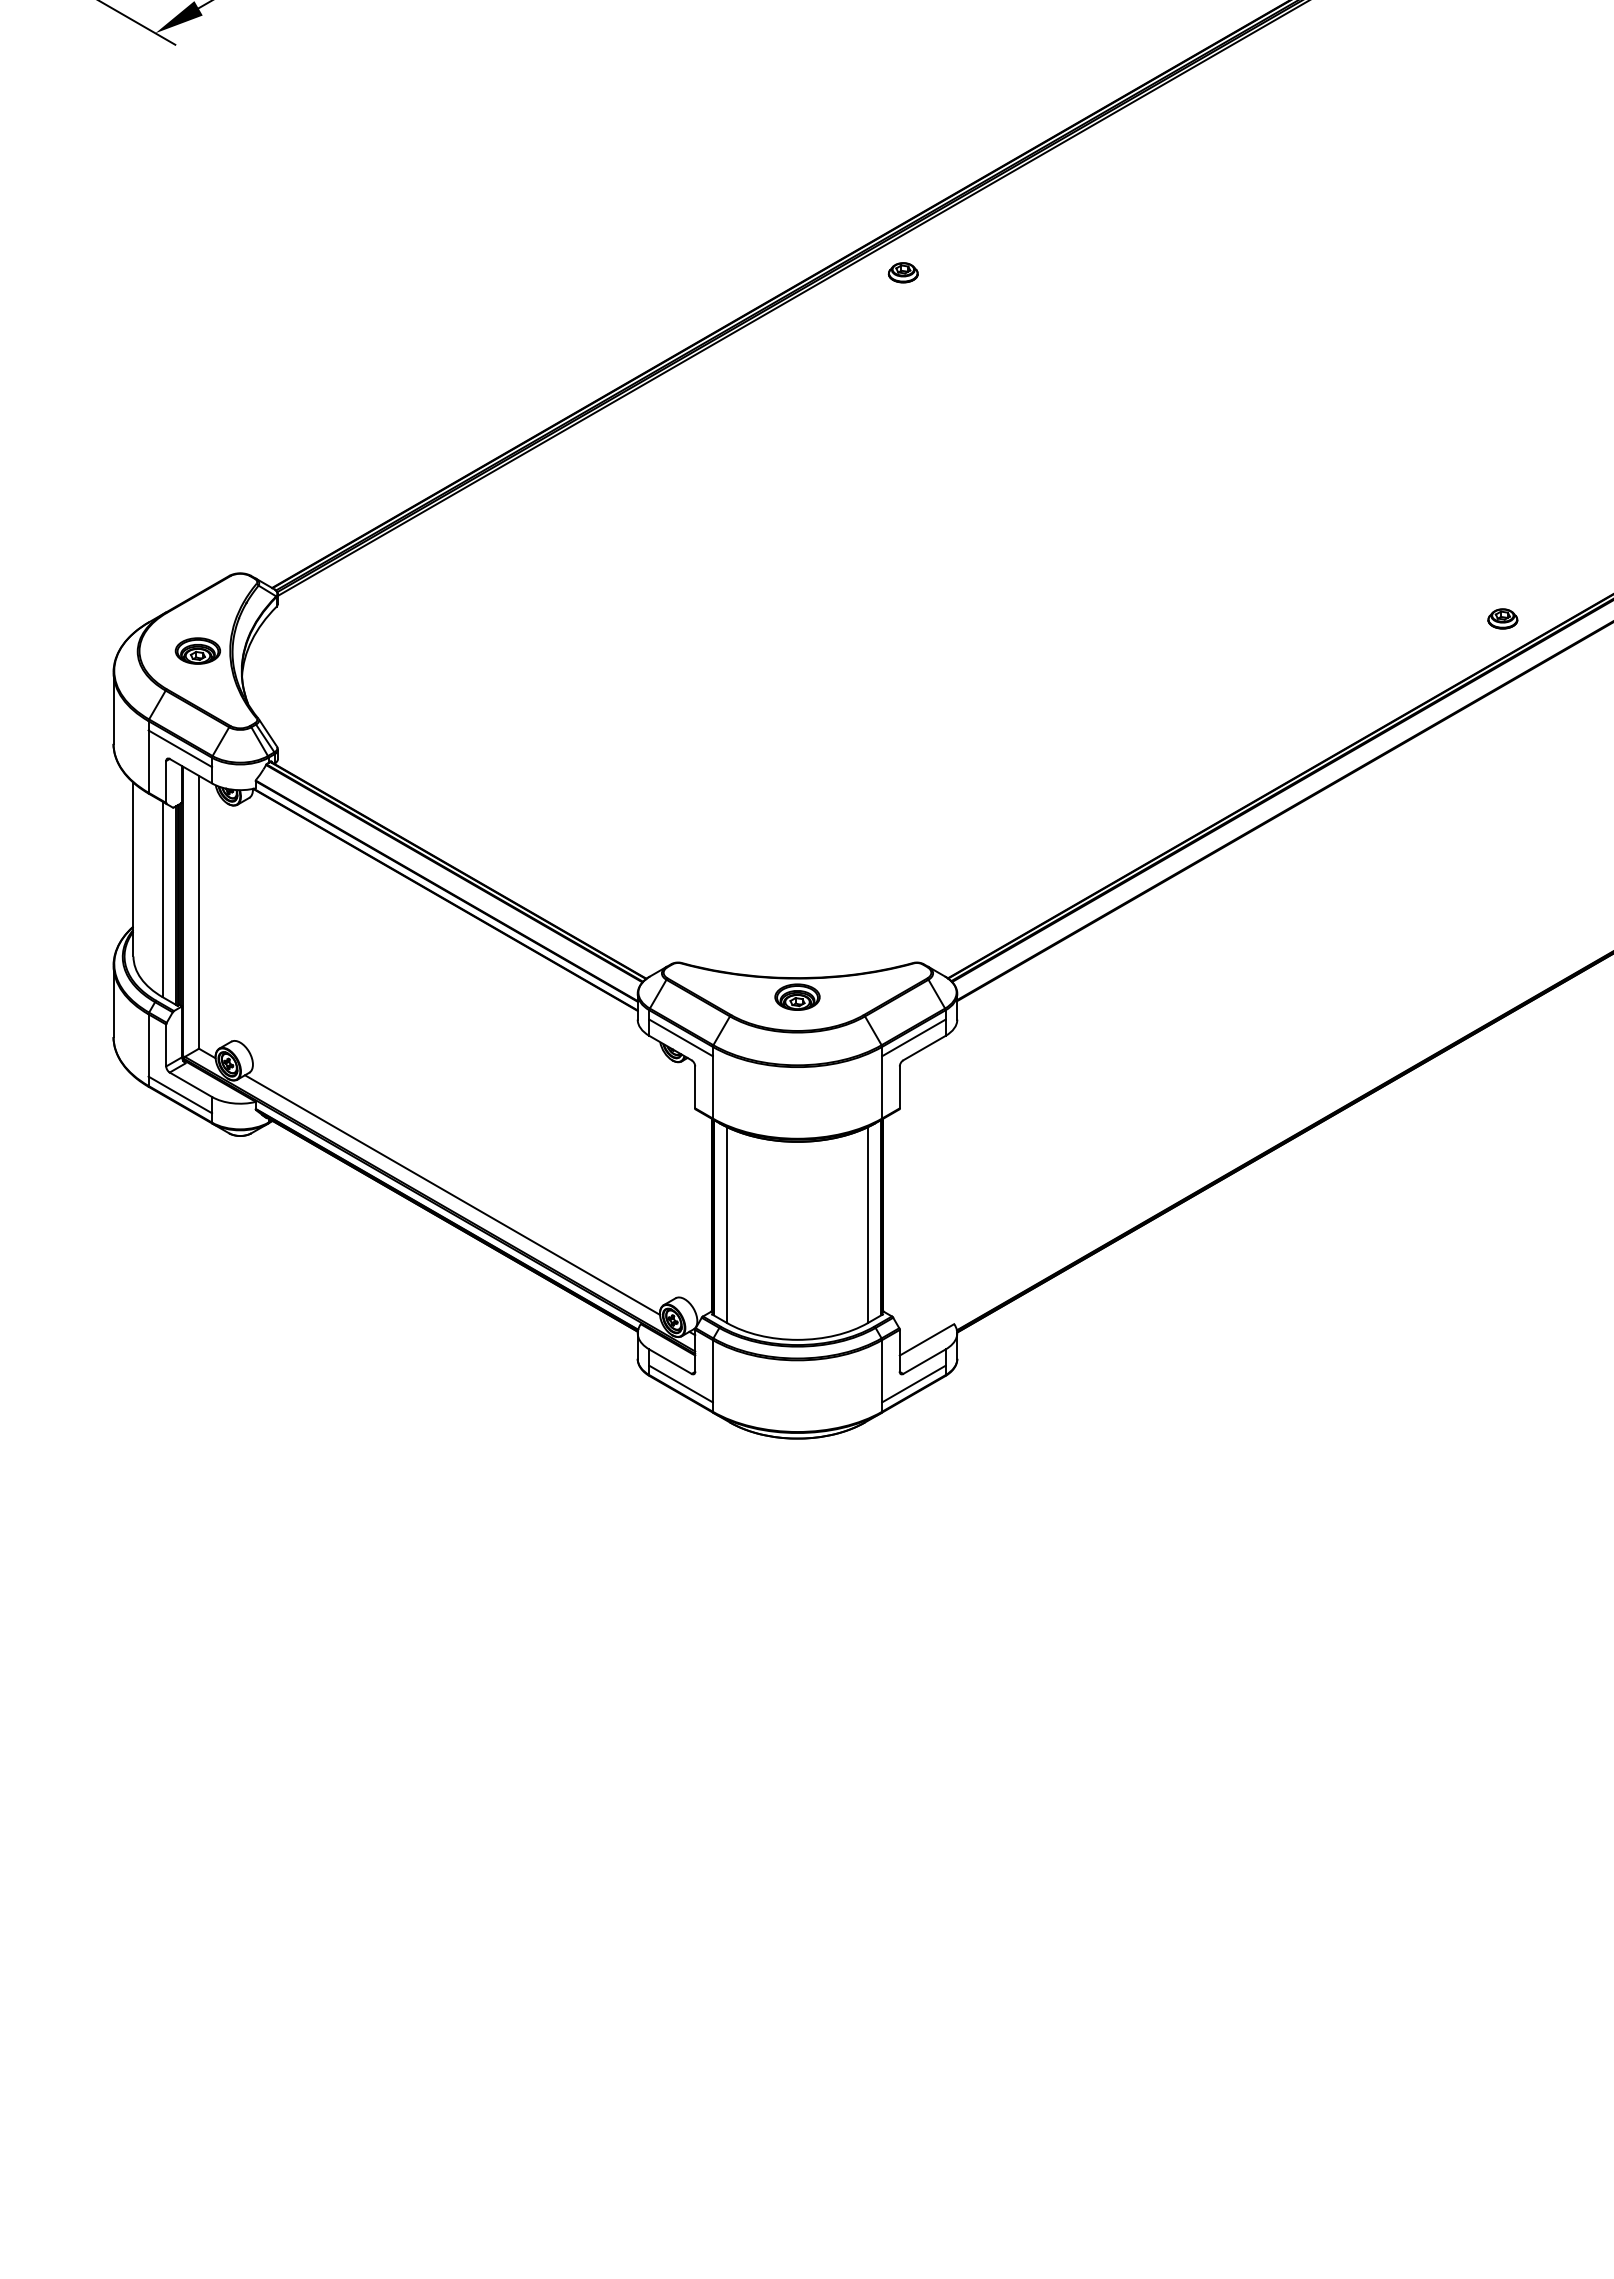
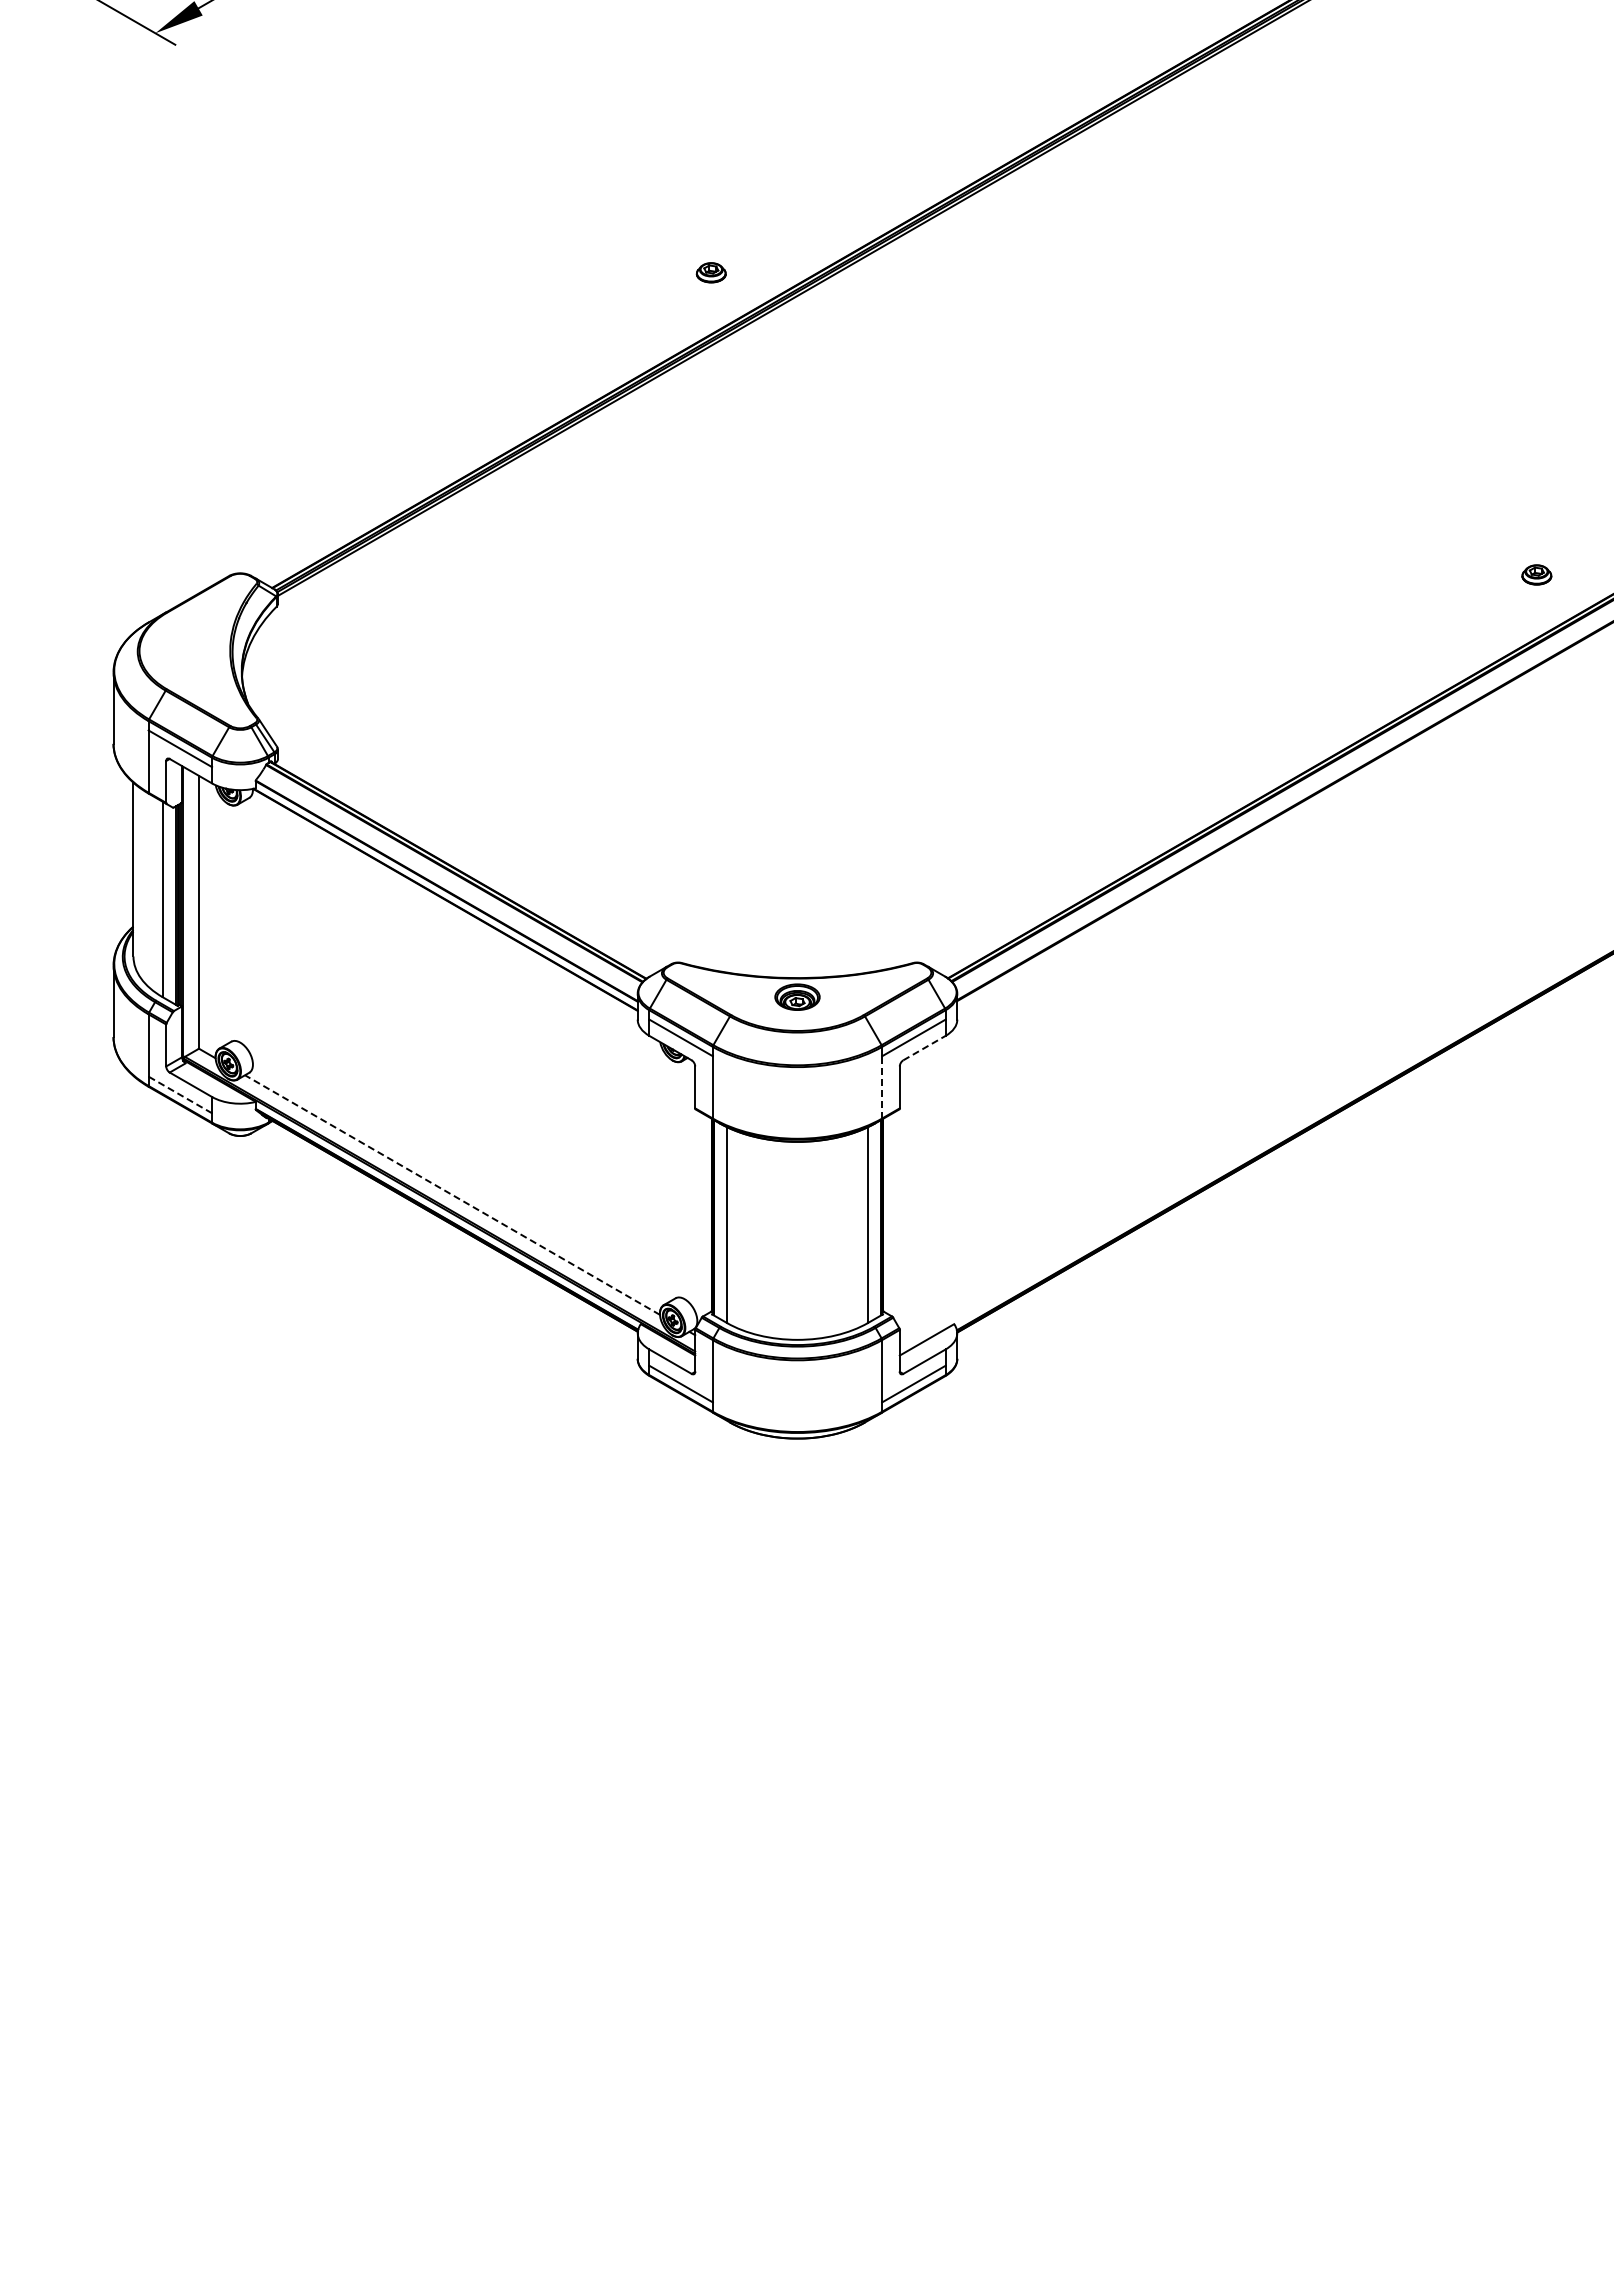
part at (902, 272) position: (902, 272) -> (710, 272)
part at (1502, 618) position: (1502, 618) -> (1536, 574)
part at (197, 650): present -> none
line at (924, 1047): solid -> dashed
line at (882, 1086): solid -> dashed
line at (180, 1094): solid -> dashed
line at (452, 1195): solid -> dashed
